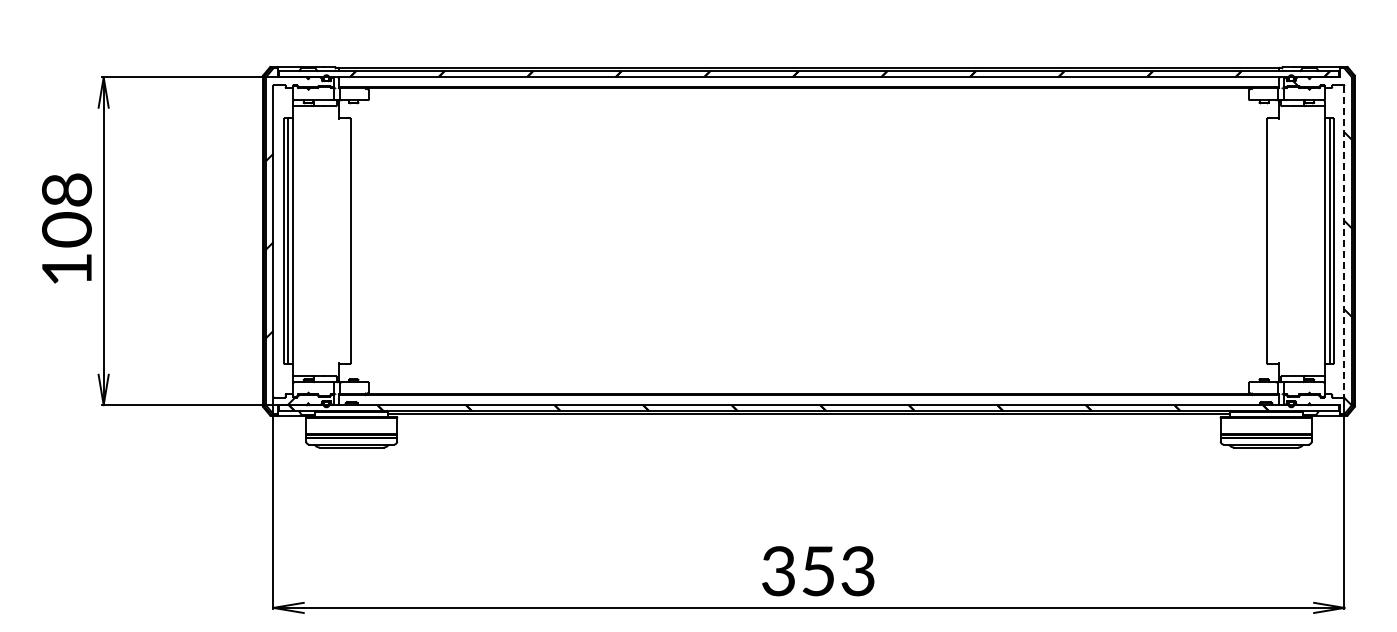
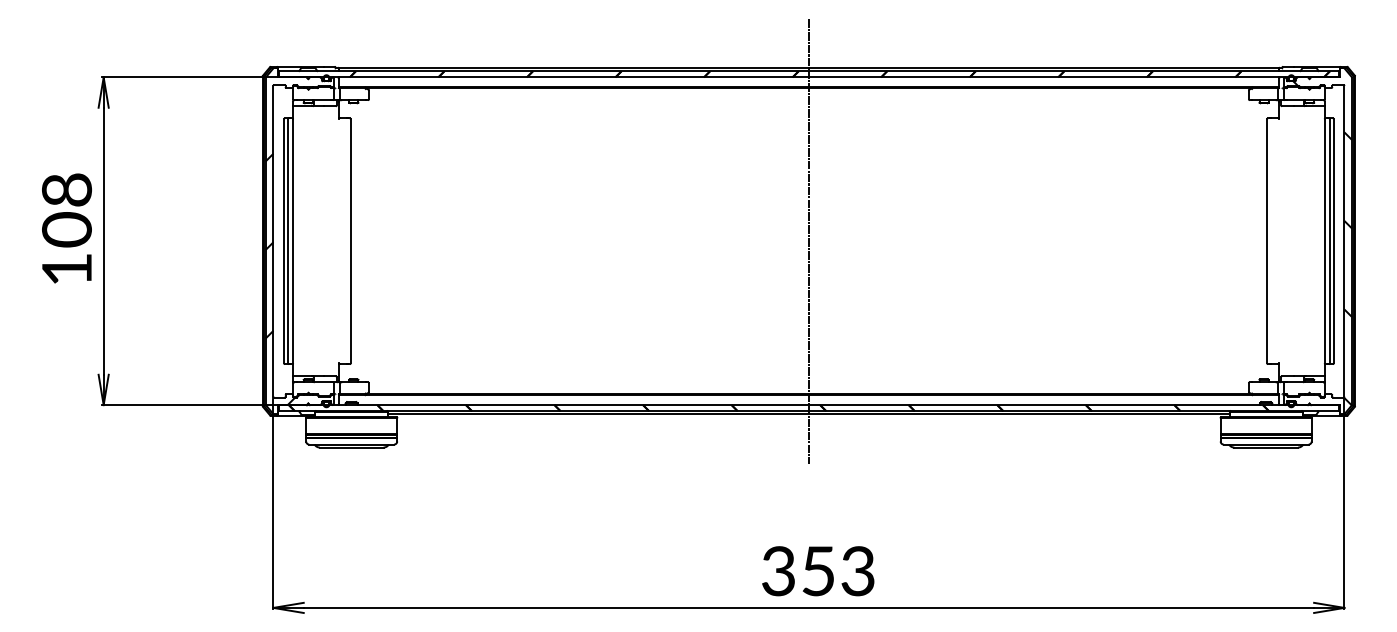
line at (808, 241): none -> present
line at (1344, 241): dashed -> solid
